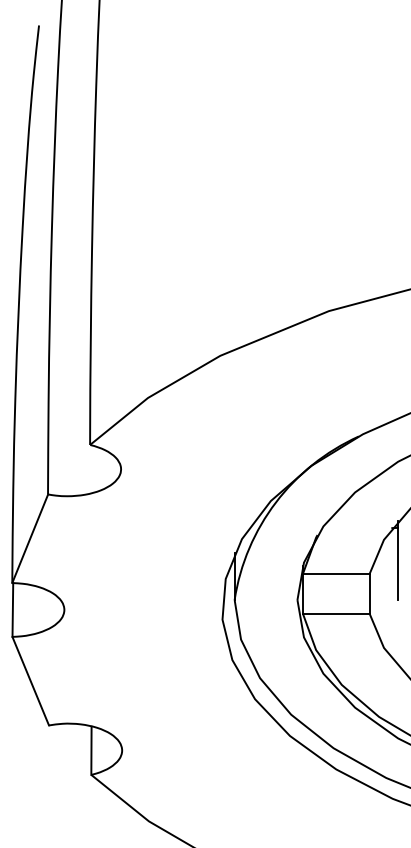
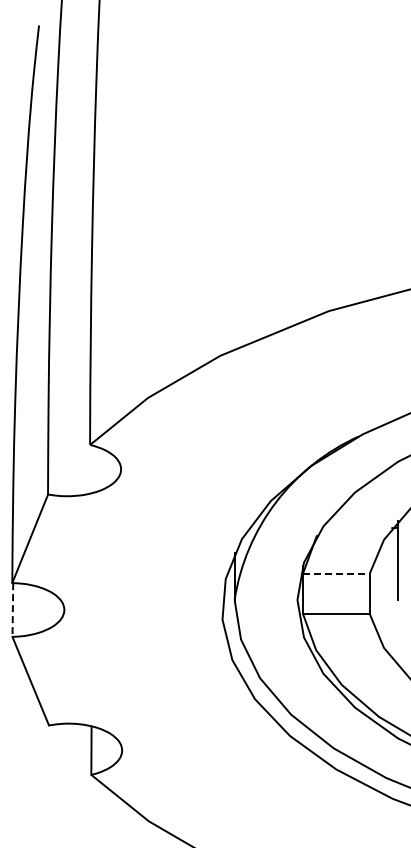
line at (336, 574): solid -> dashed
line at (12, 610): solid -> dashed
